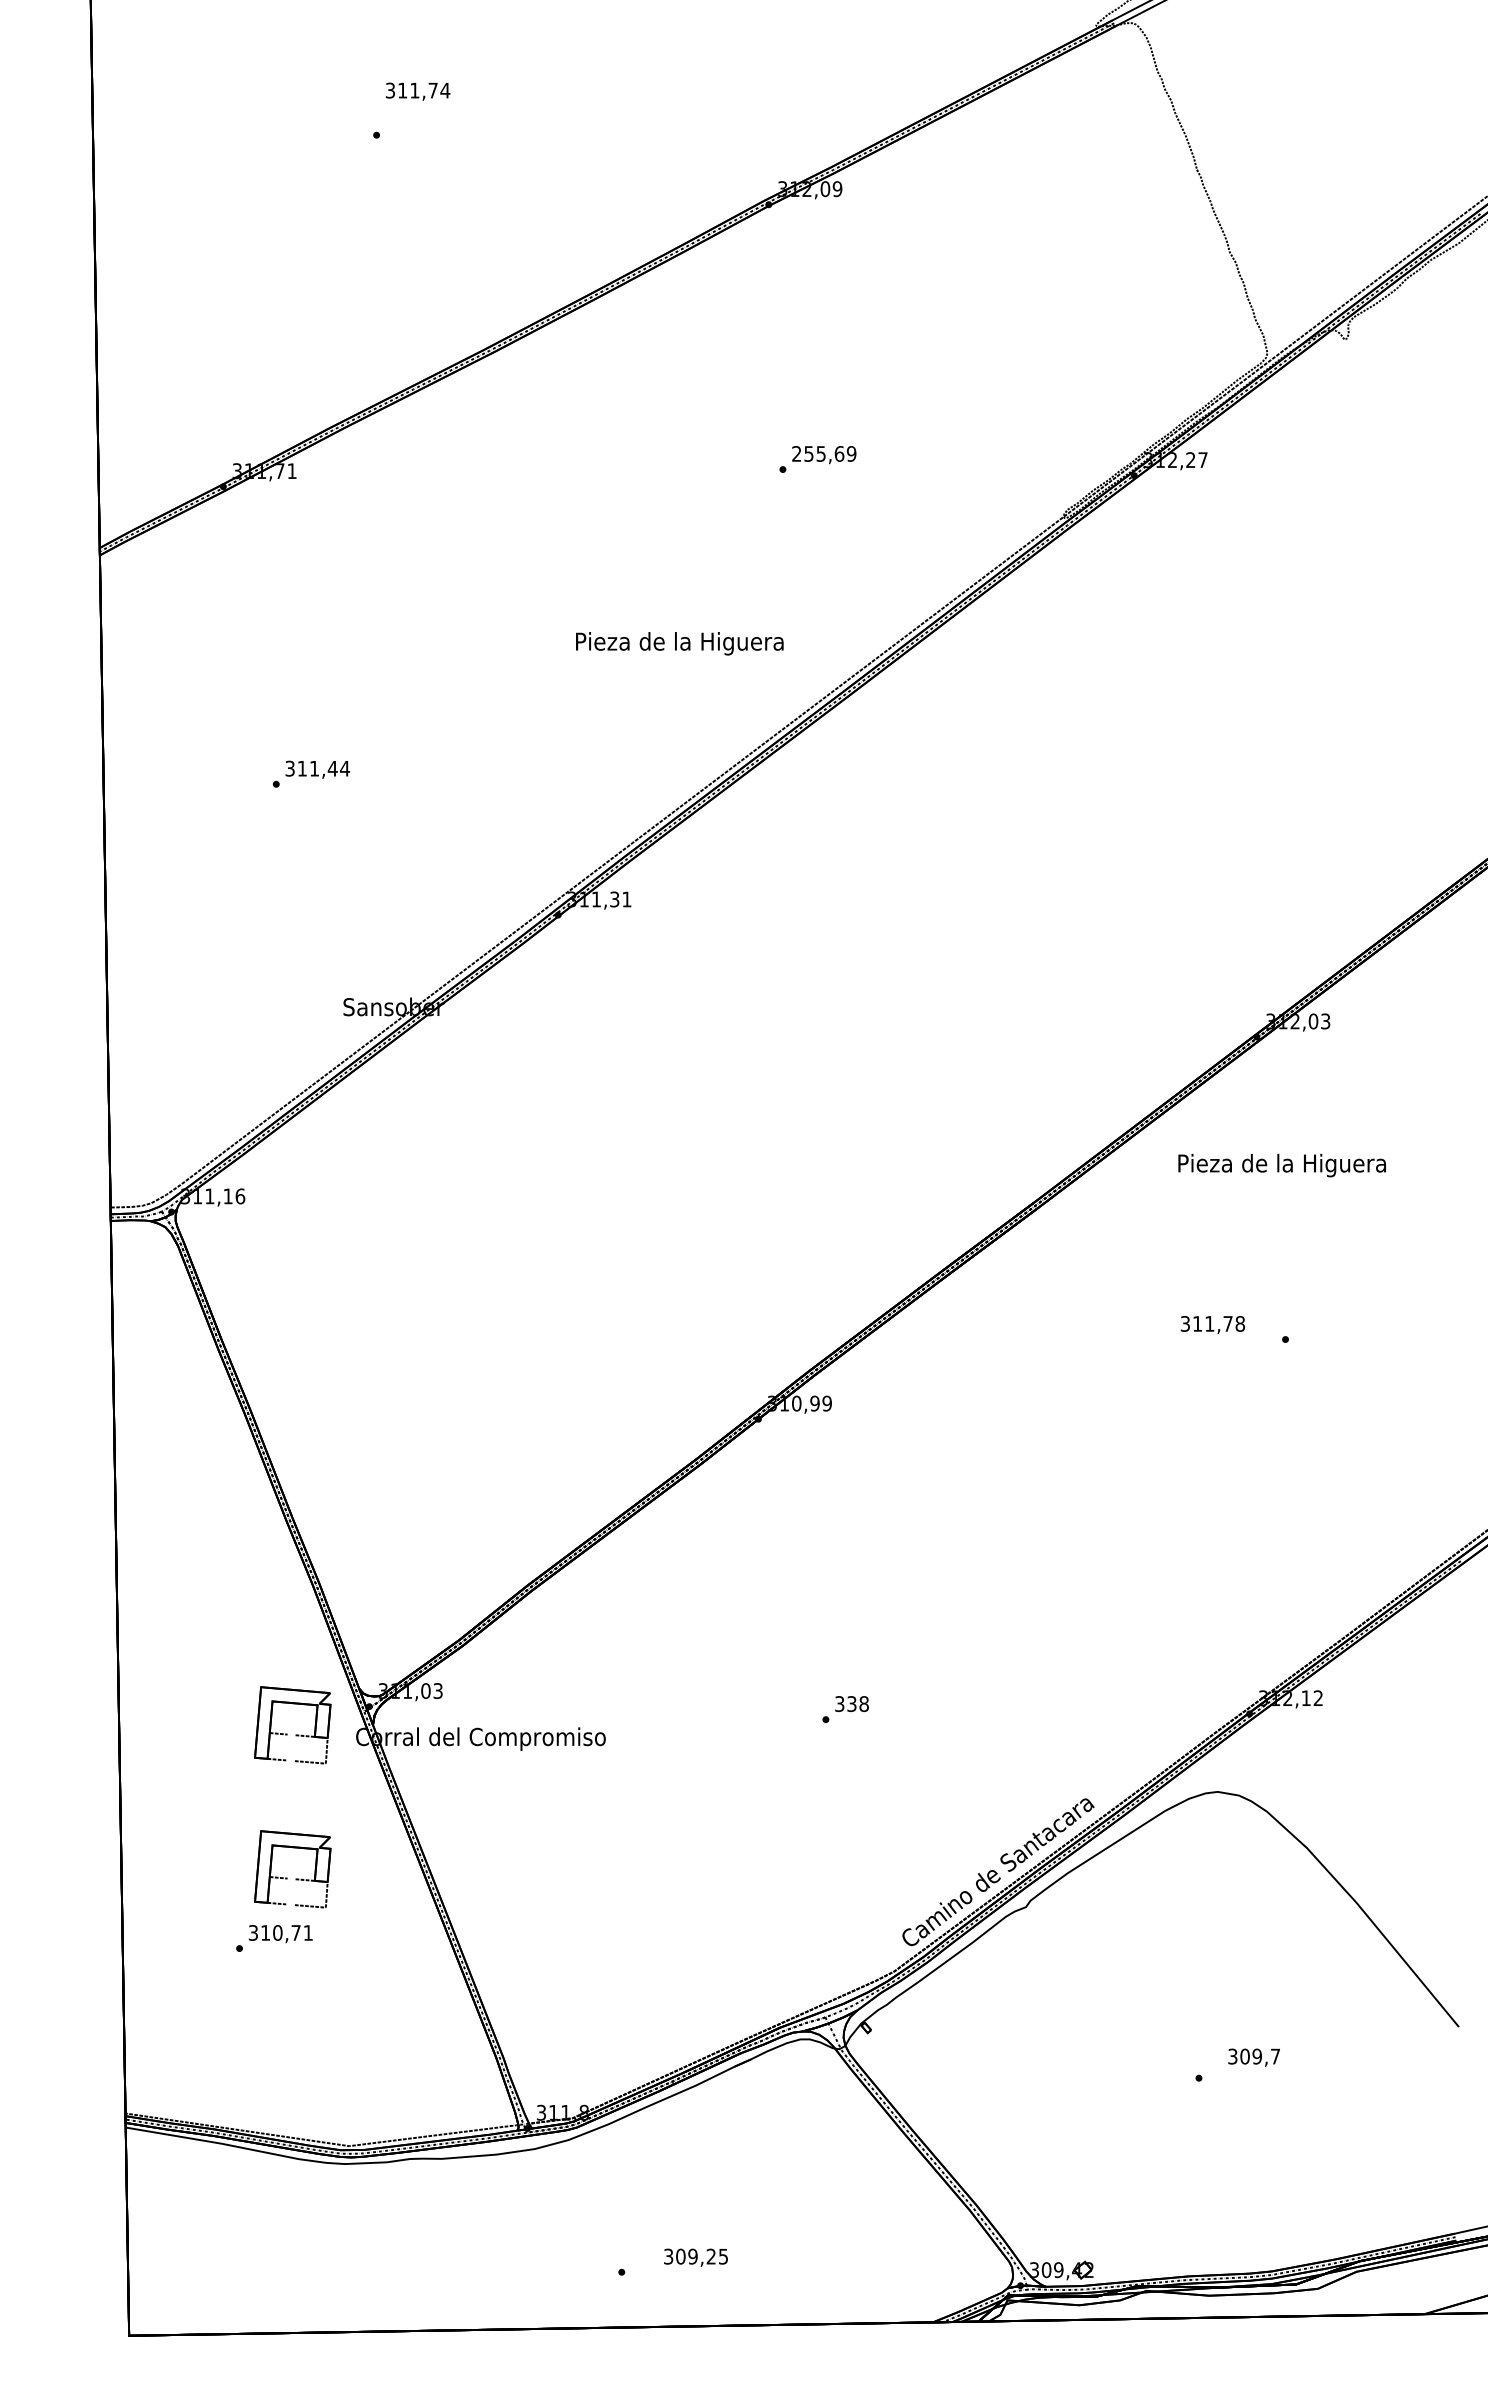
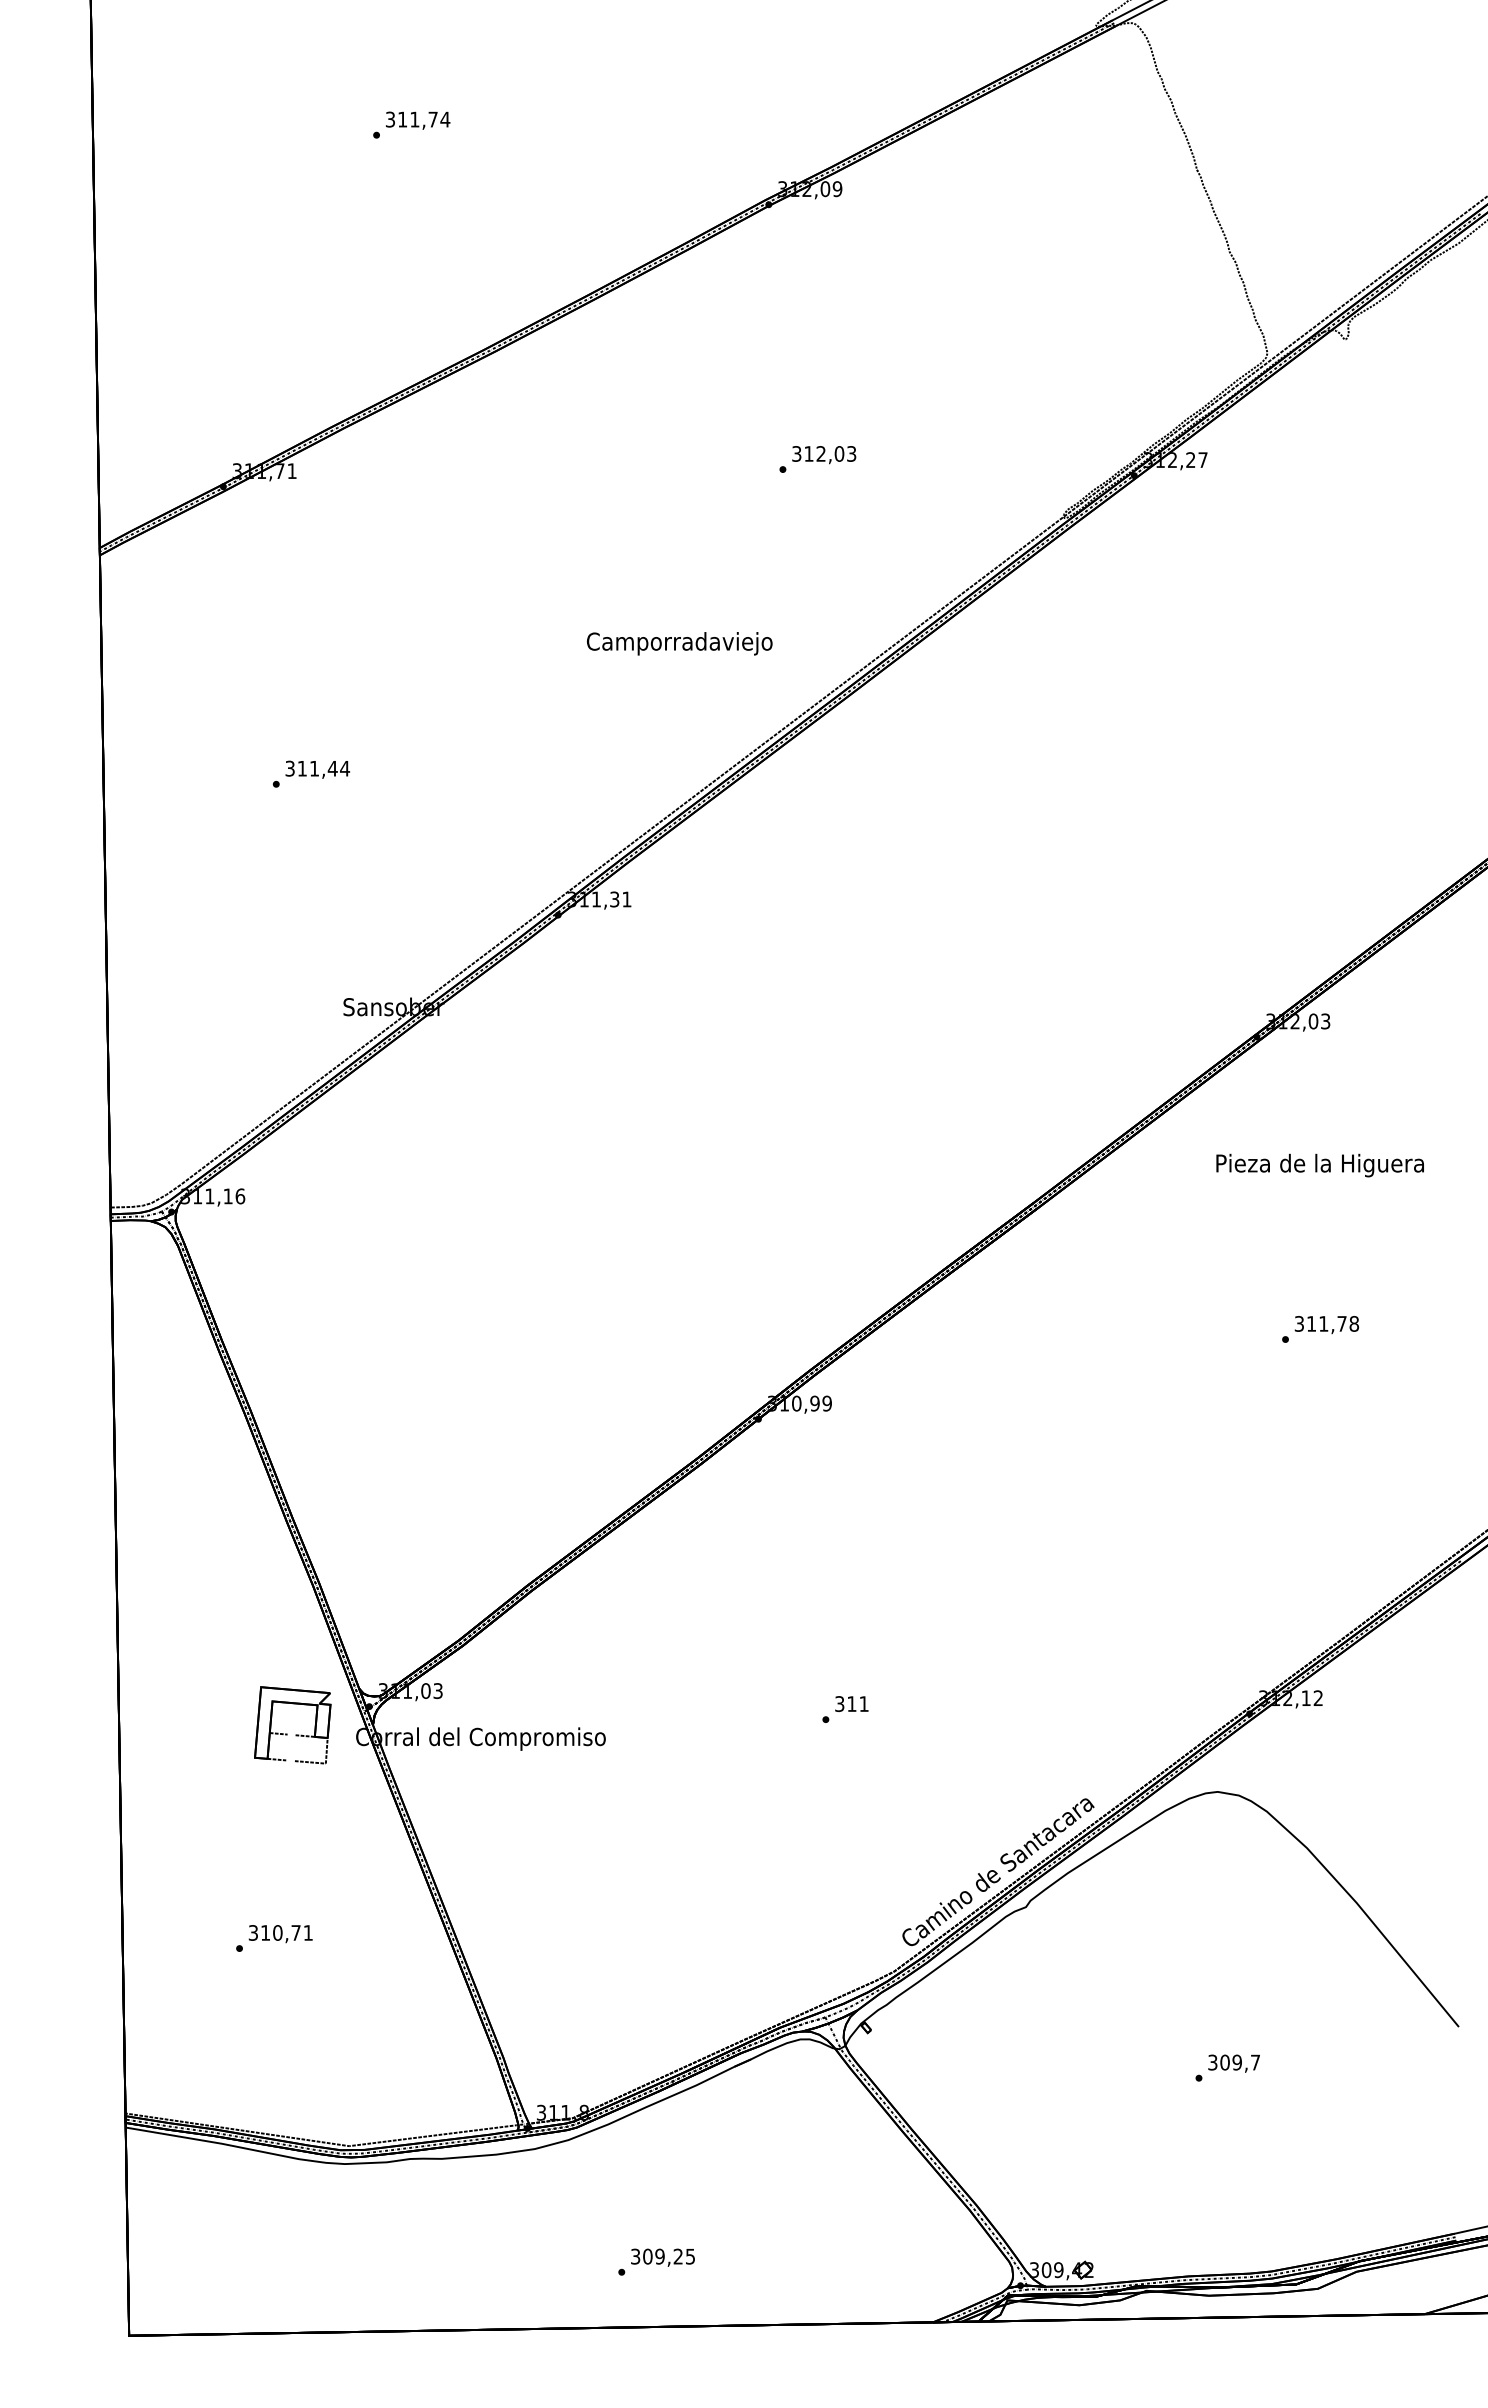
text at (418, 91) position: (418, 91) -> (418, 120)
text at (824, 453): 255,69 -> 312,03
text at (679, 643): Pieza de la Higuera -> Camporradaviejo
text at (1281, 1165) position: (1281, 1165) -> (1319, 1165)
text at (1212, 1325) position: (1212, 1325) -> (1326, 1325)
text at (857, 1704): 338 -> 311
part at (287, 1877): present -> none
text at (1253, 2057) position: (1253, 2057) -> (1233, 2063)
text at (695, 2257) position: (695, 2257) -> (662, 2257)
